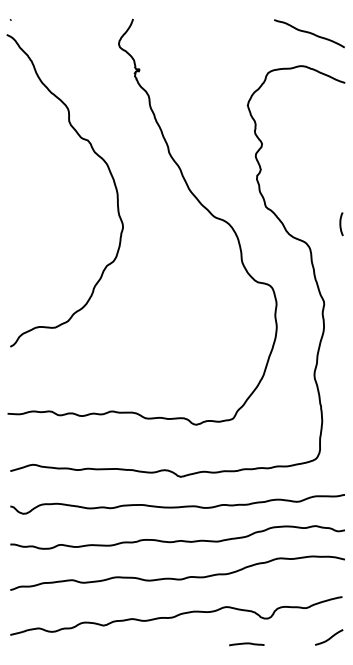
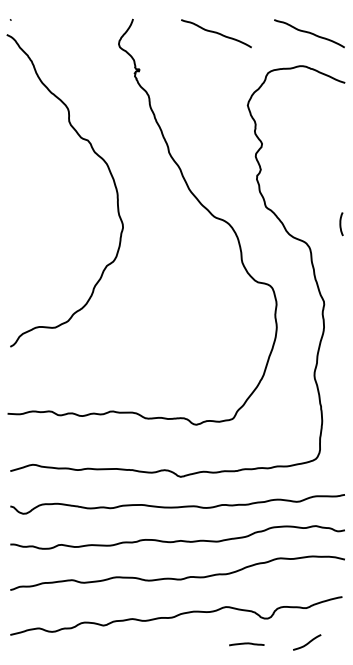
curve at (216, 33): none -> present
curve at (329, 637) position: (329, 637) -> (307, 642)
